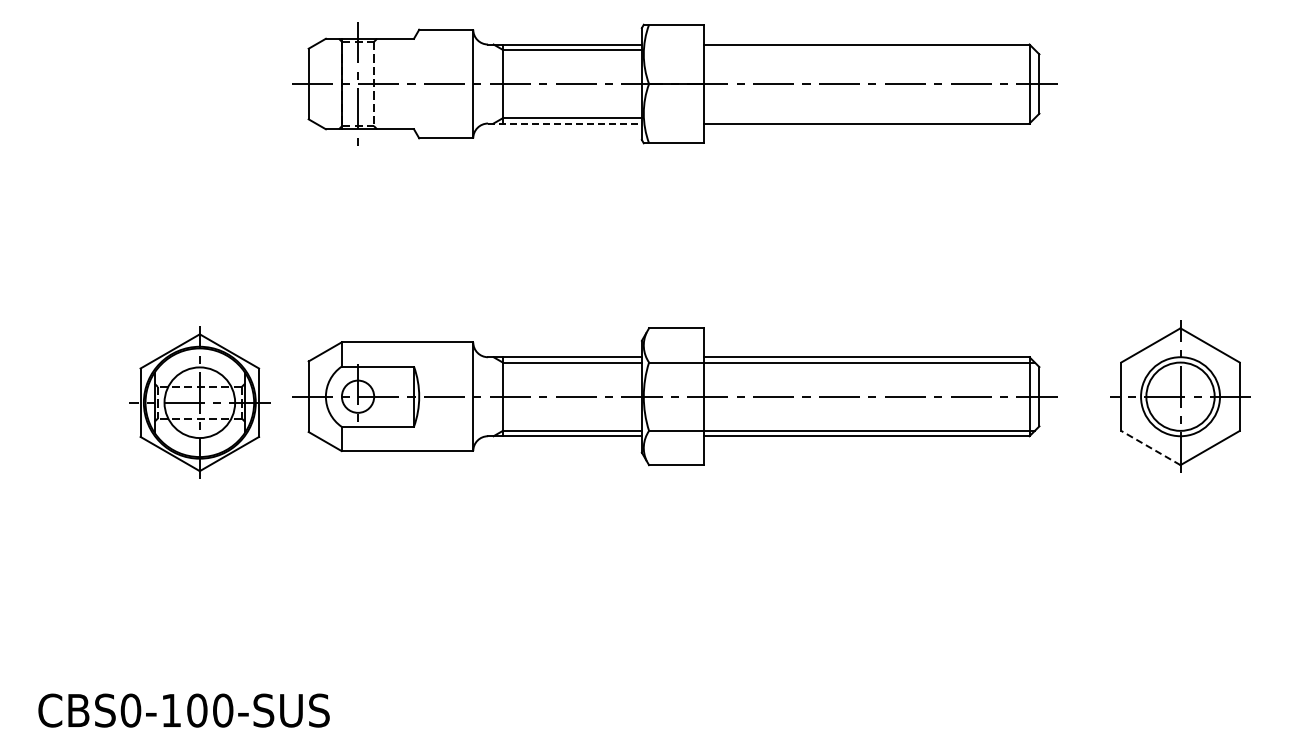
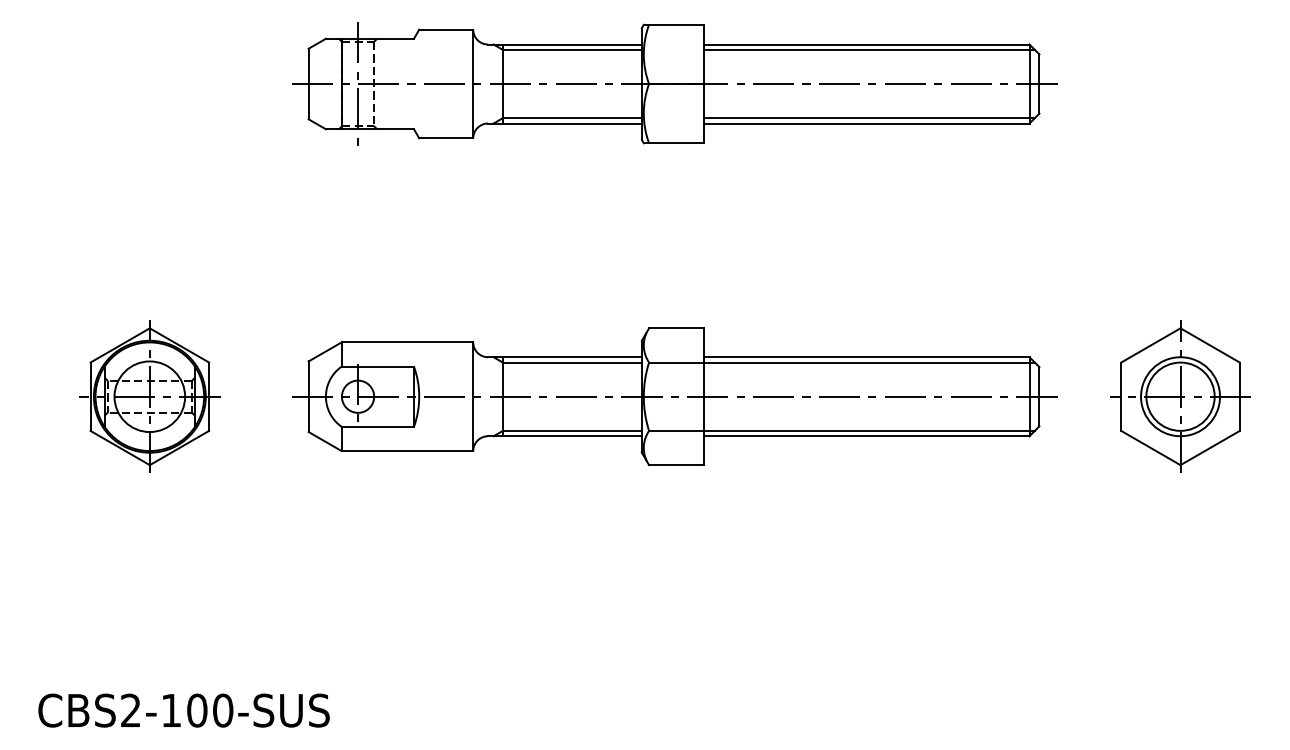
line at (869, 49): none -> present
line at (869, 118): none -> present
line at (564, 123): dashed -> solid
part at (199, 402) position: (199, 402) -> (149, 396)
line at (1150, 447): dashed -> solid
text at (130, 710): CBS0-100-SUS -> CBS2-100-SUS
